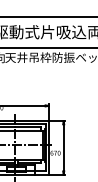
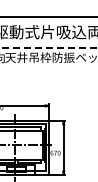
line at (49, 48): solid -> dashed
